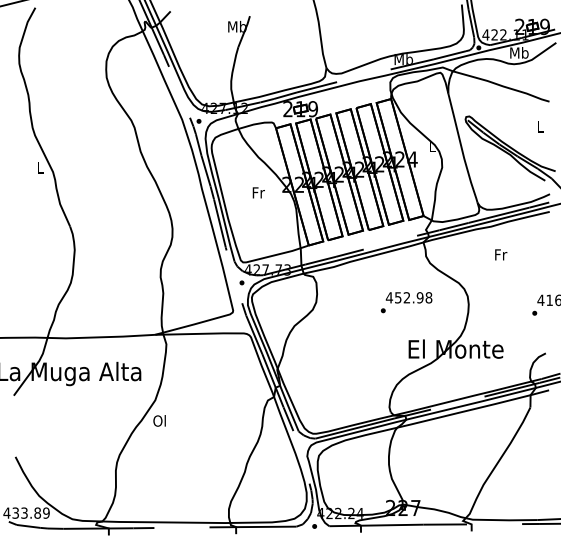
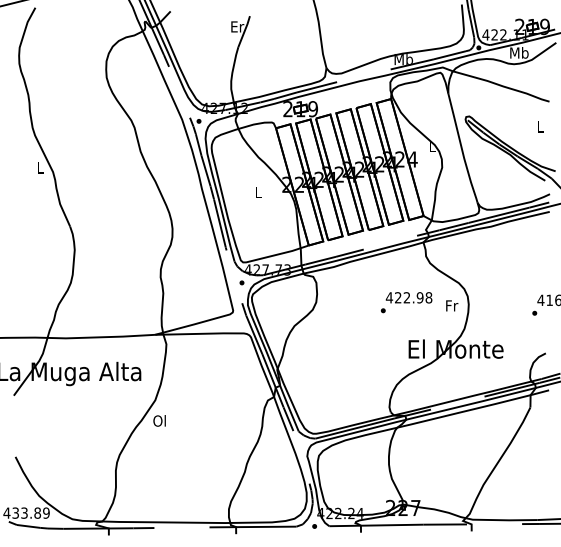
text at (237, 26): Mb -> Er
text at (258, 192): Fr -> L
text at (501, 254) position: (501, 254) -> (452, 305)
text at (398, 297): 452.98 -> 422.98
